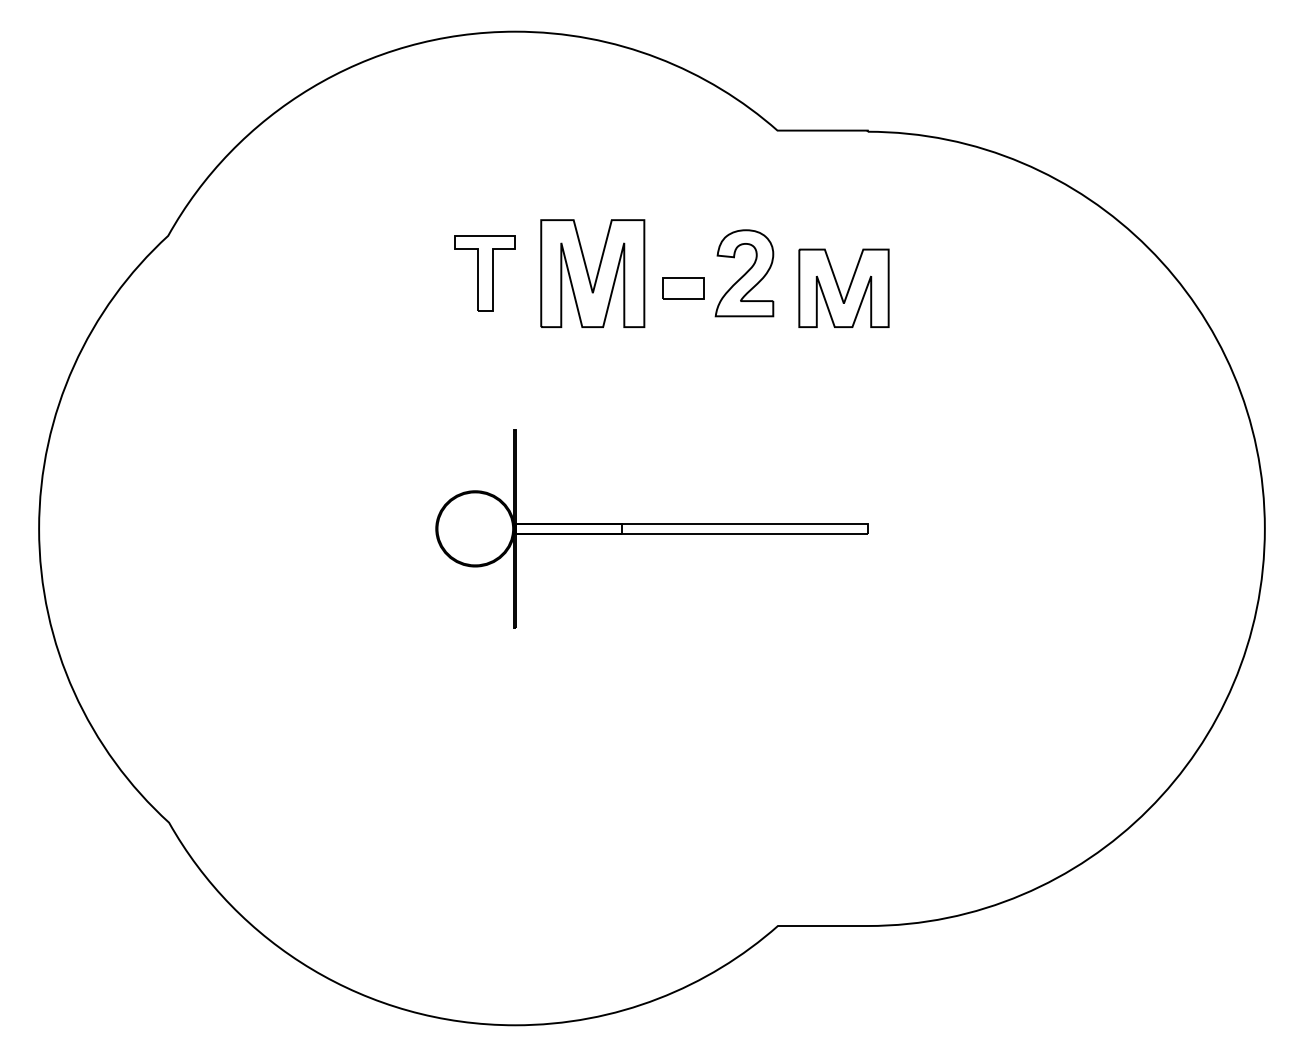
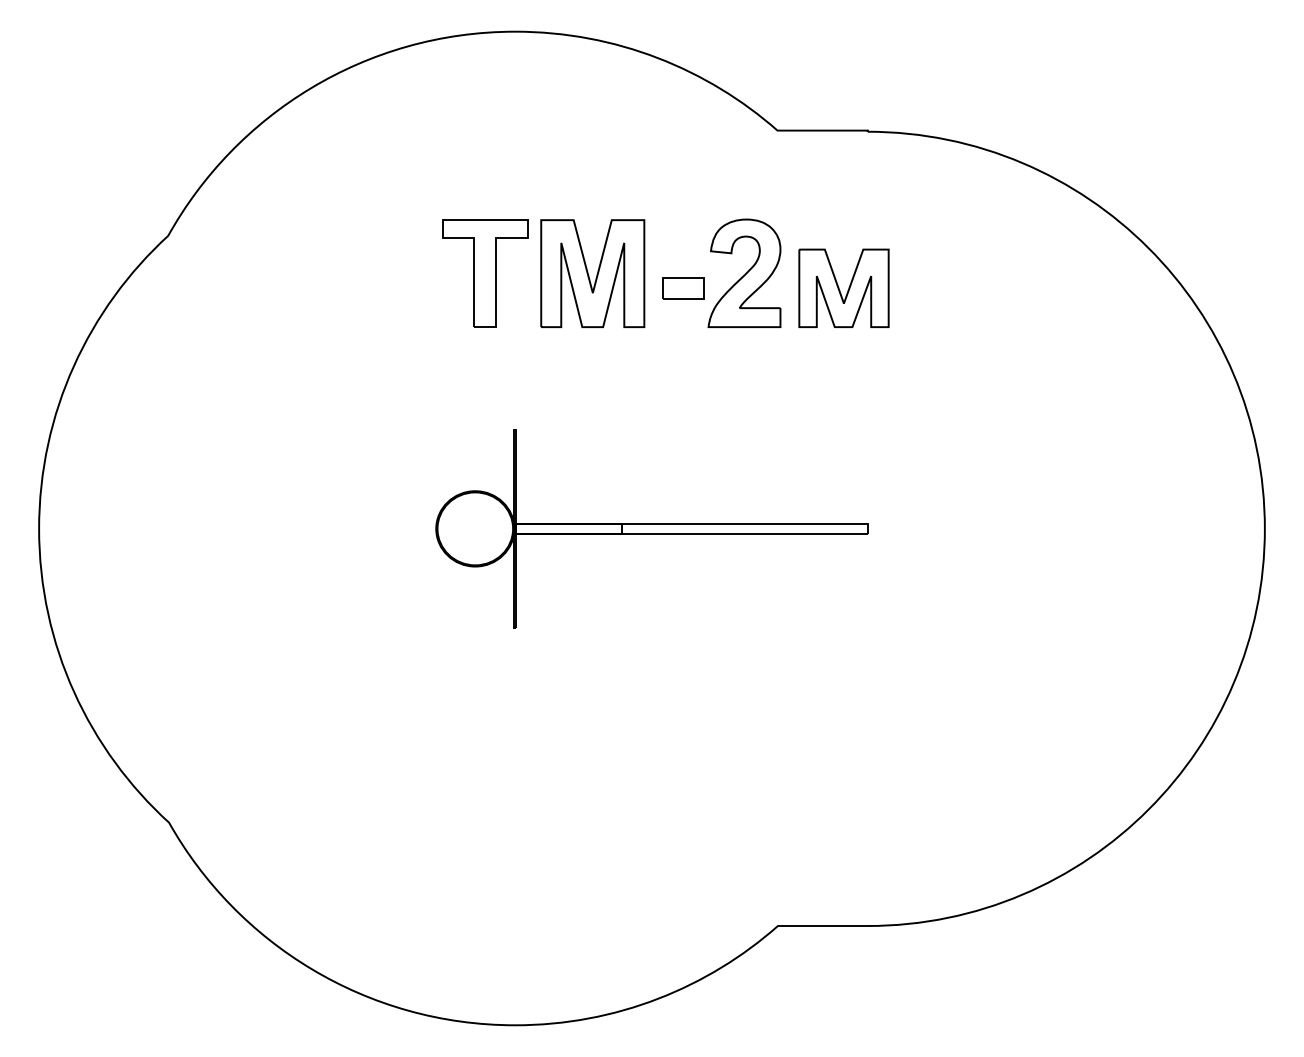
part at (484, 273) size: 62x77 px -> 87x109 px
part at (744, 273) size: 61x89 px -> 75x110 px
